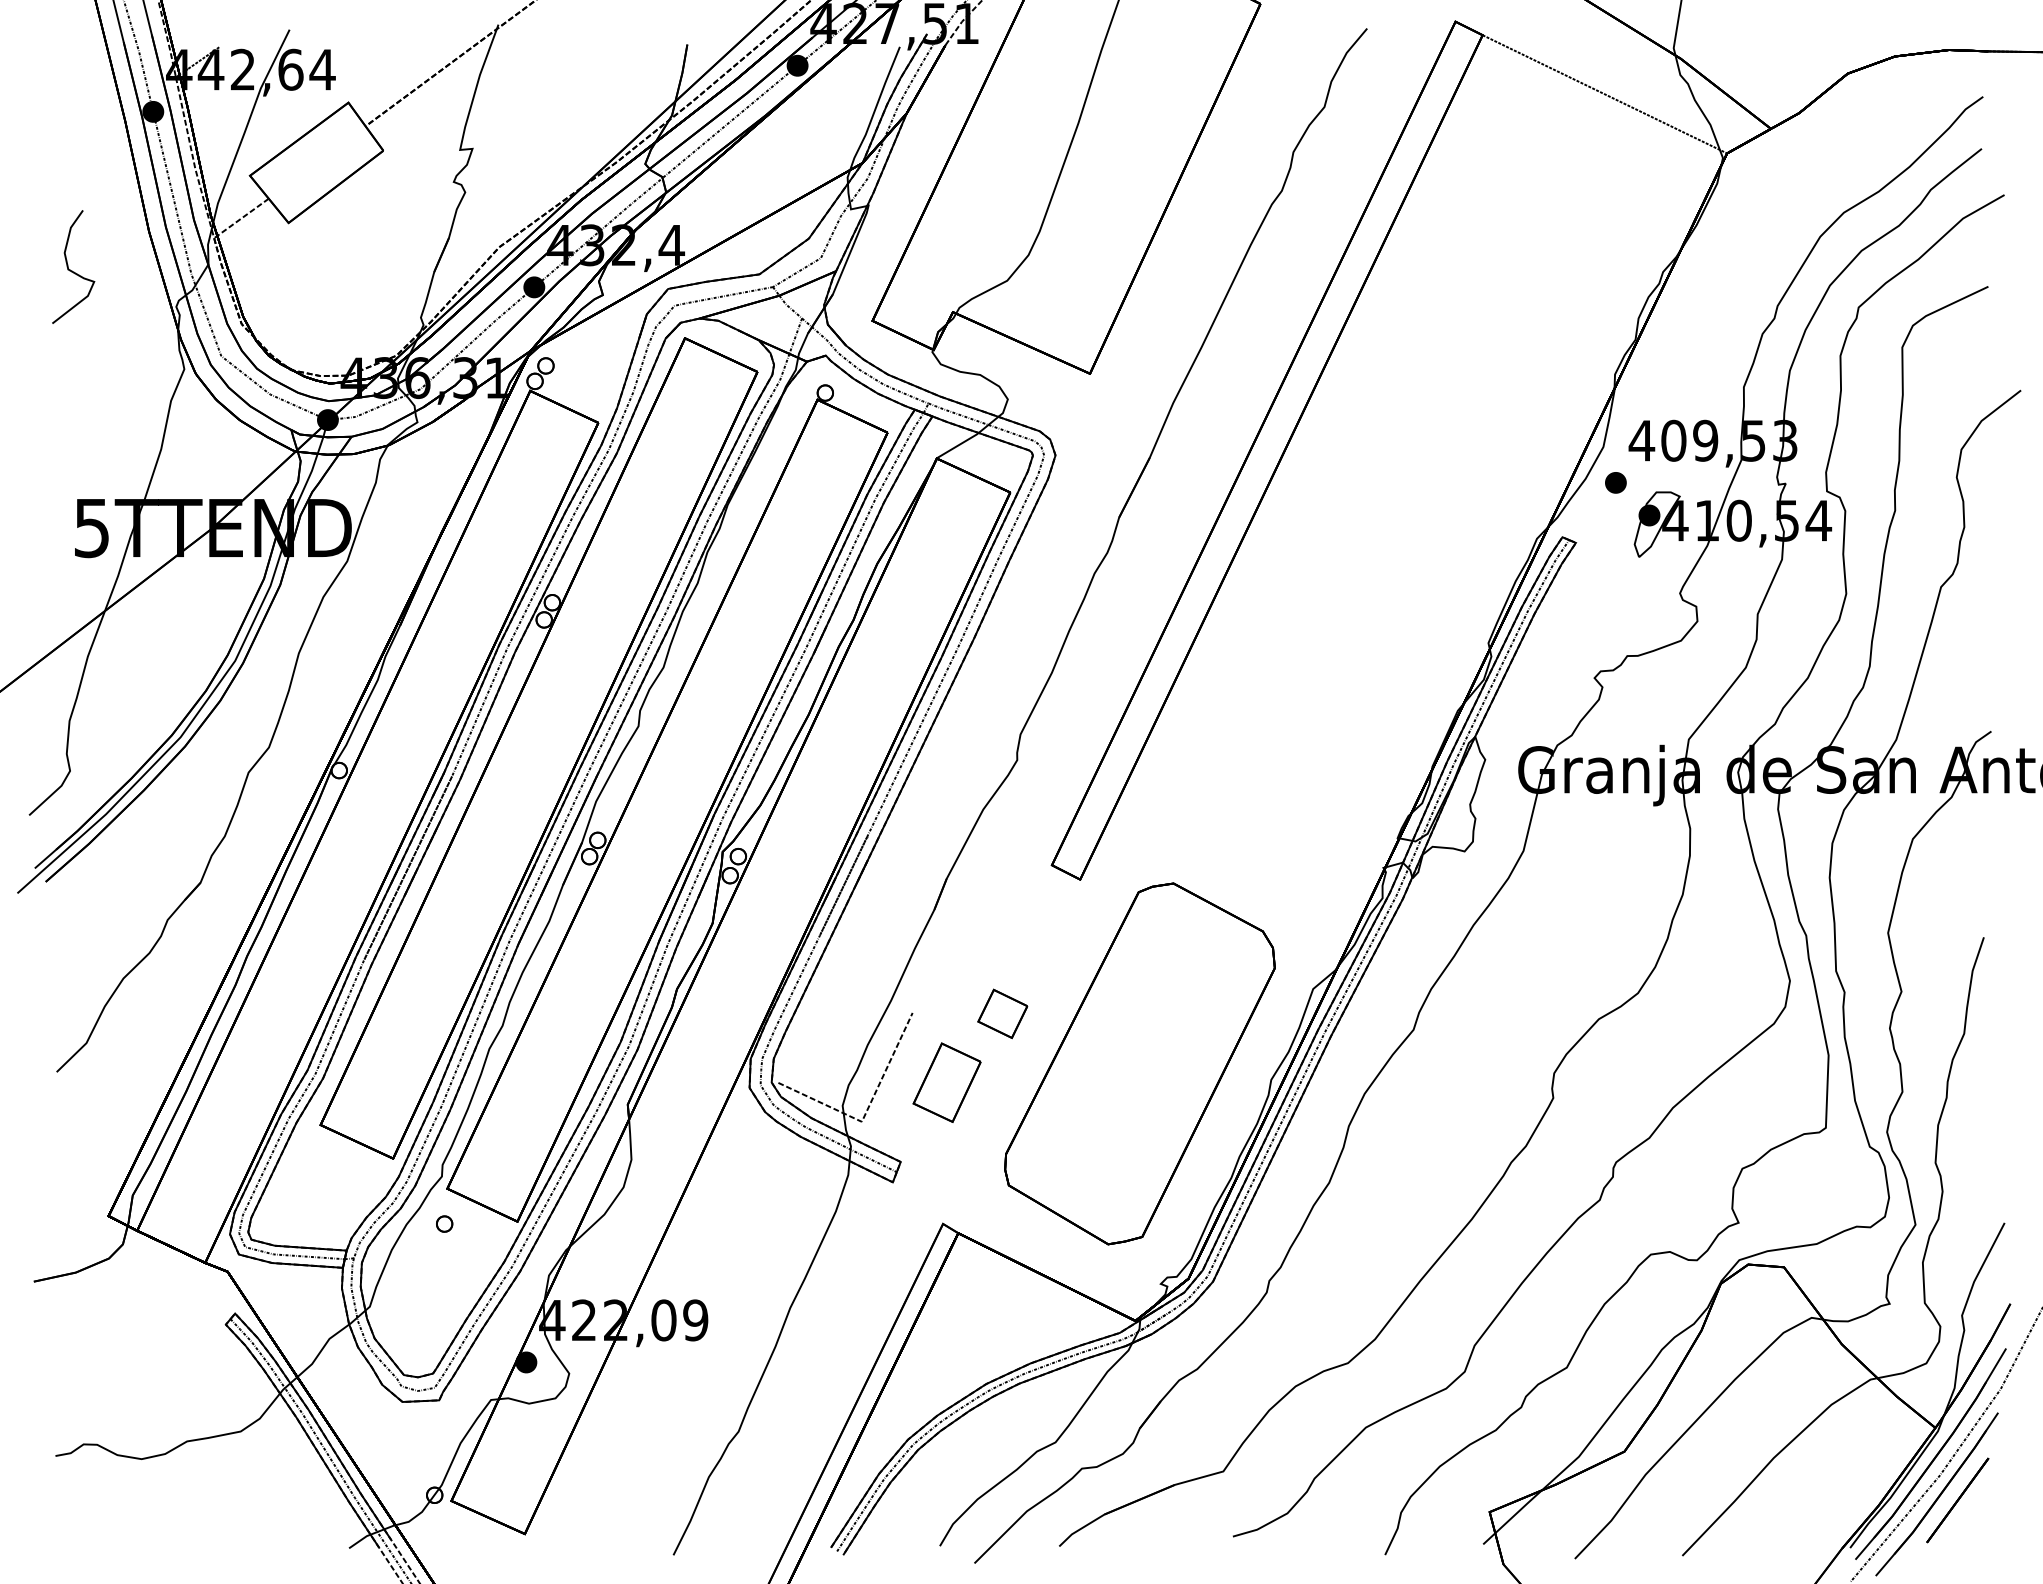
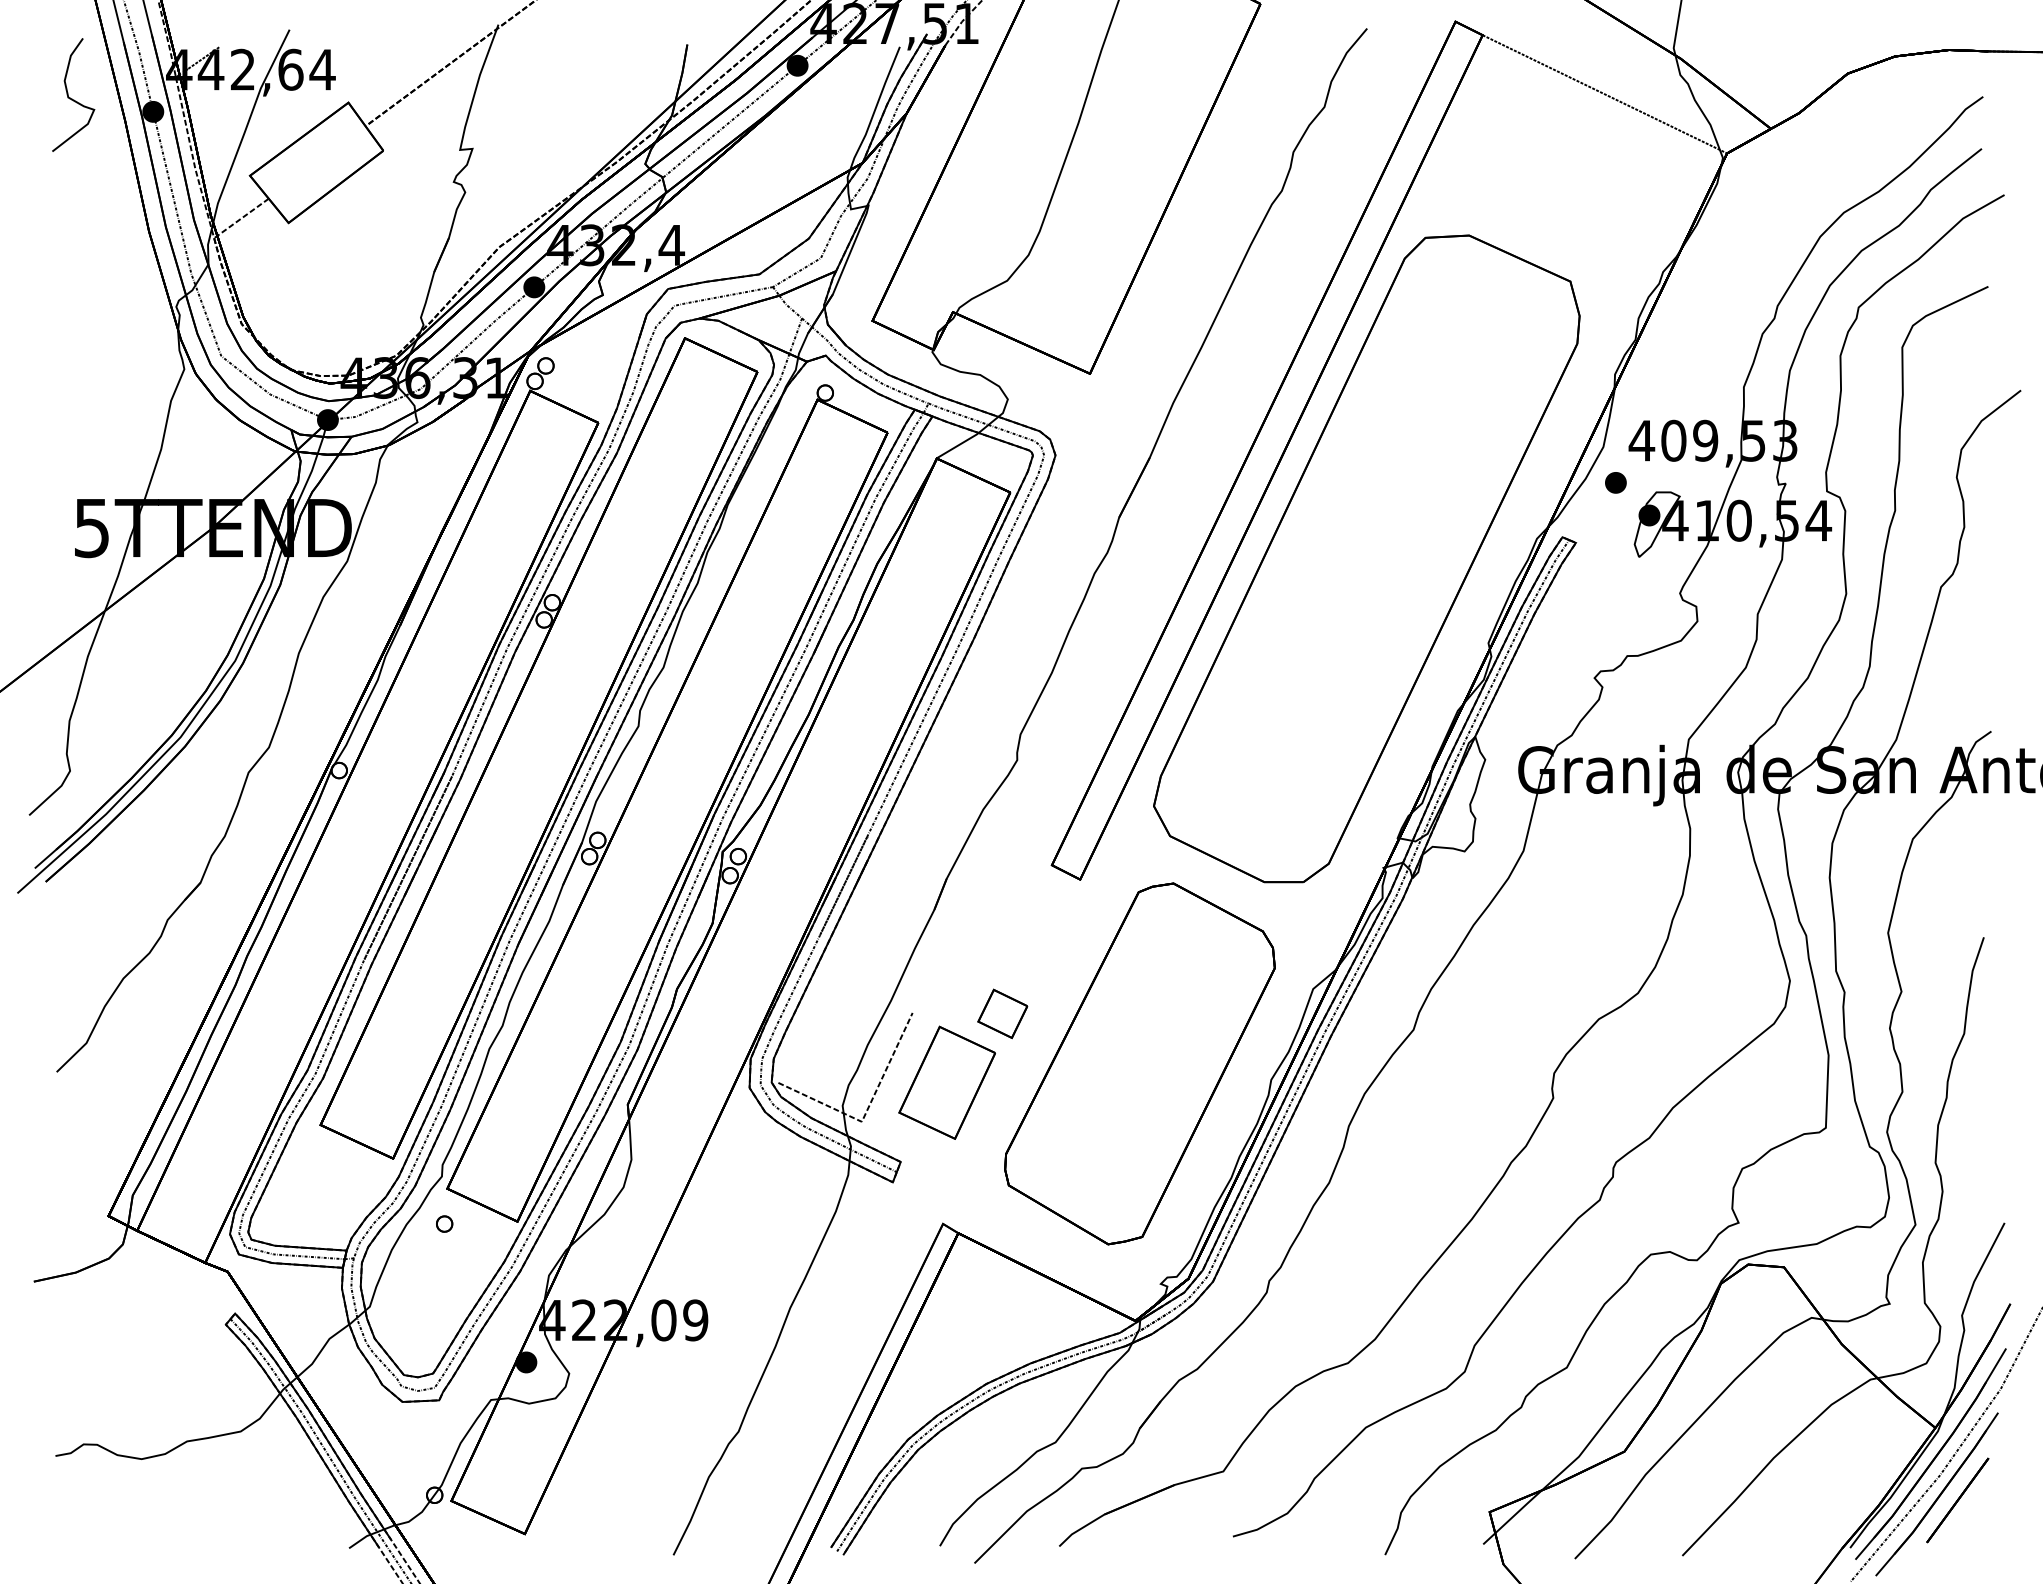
curve at (72, 270) position: (72, 270) -> (72, 98)
part at (1366, 558): none -> present
part at (946, 1082) size: 70x81 px -> 98x115 px
